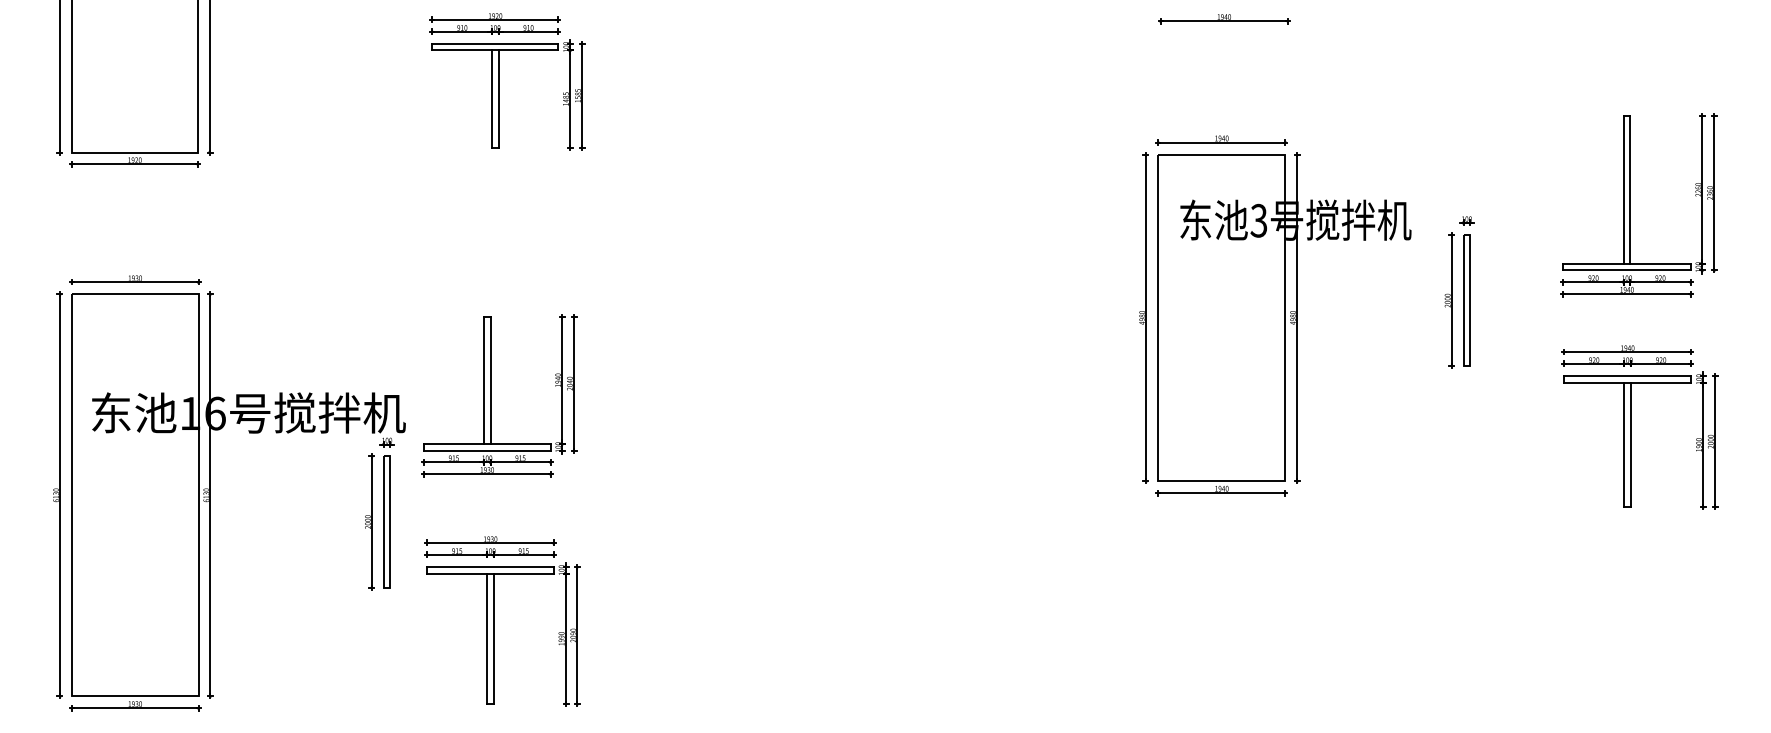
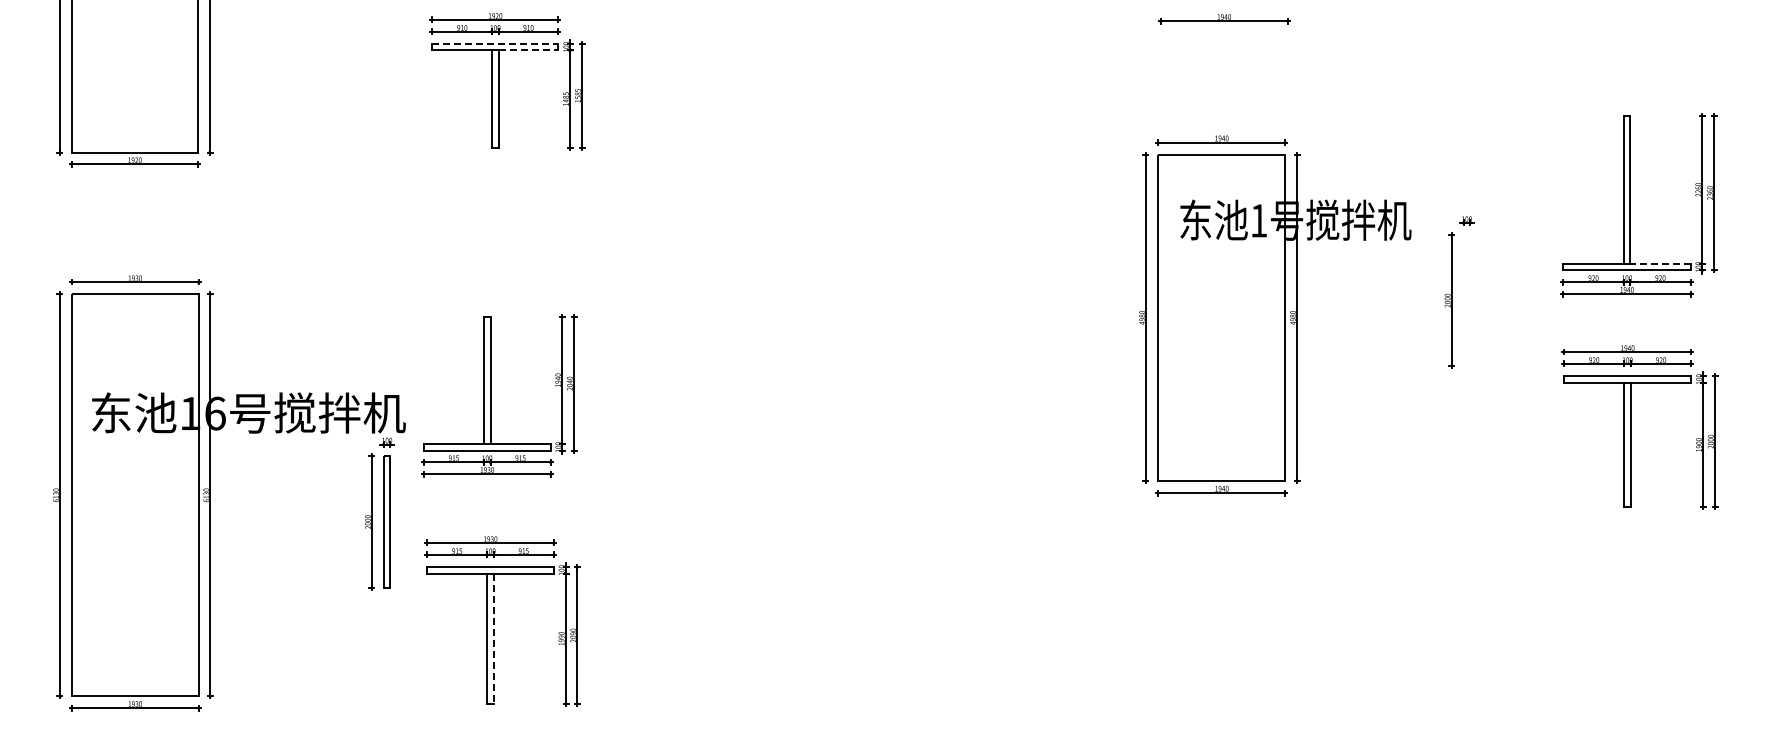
line at (495, 43): solid -> dashed
line at (528, 50): solid -> dashed
text at (1258, 220): 3 -> 1
line at (1659, 263): solid -> dashed
part at (1466, 300): present -> none
line at (493, 639): solid -> dashed
